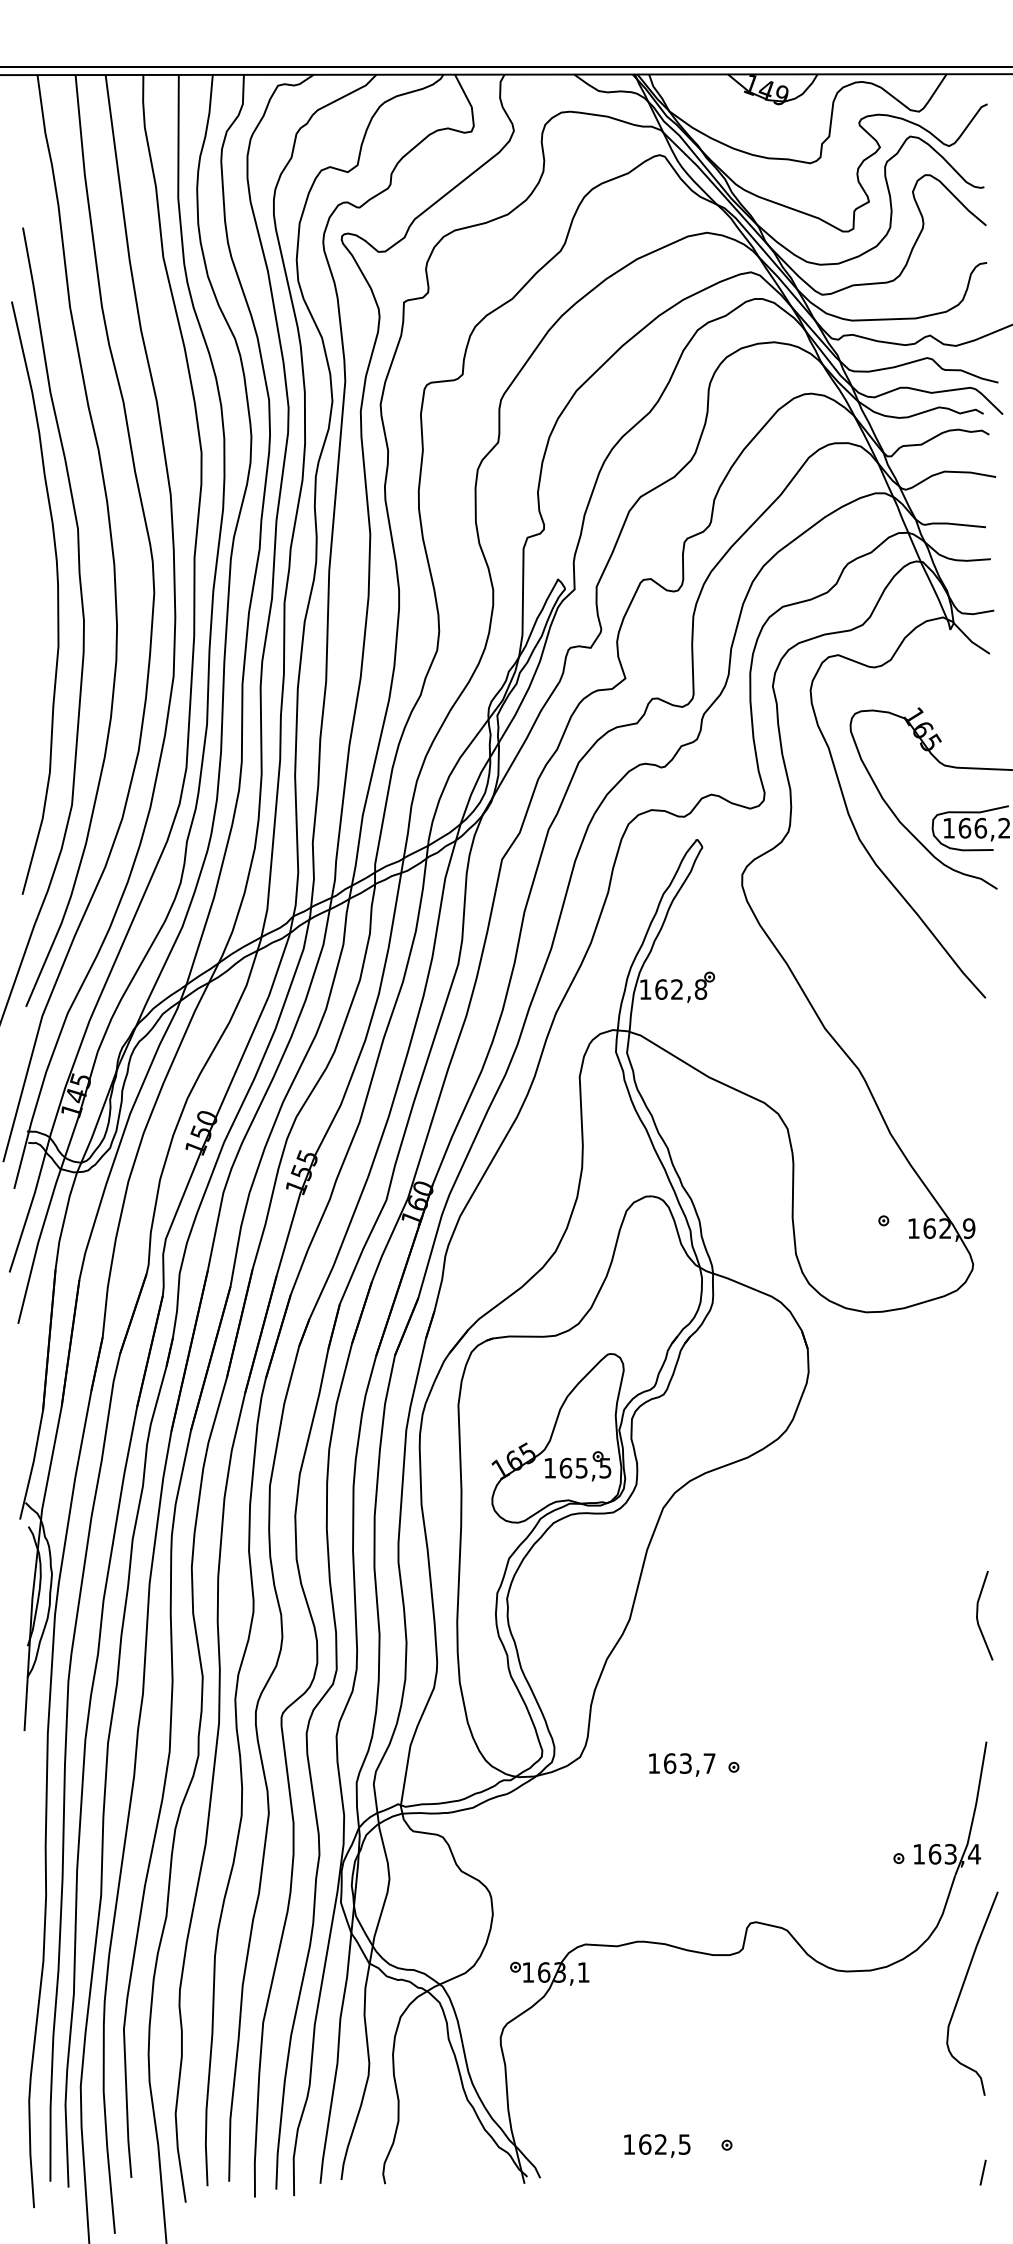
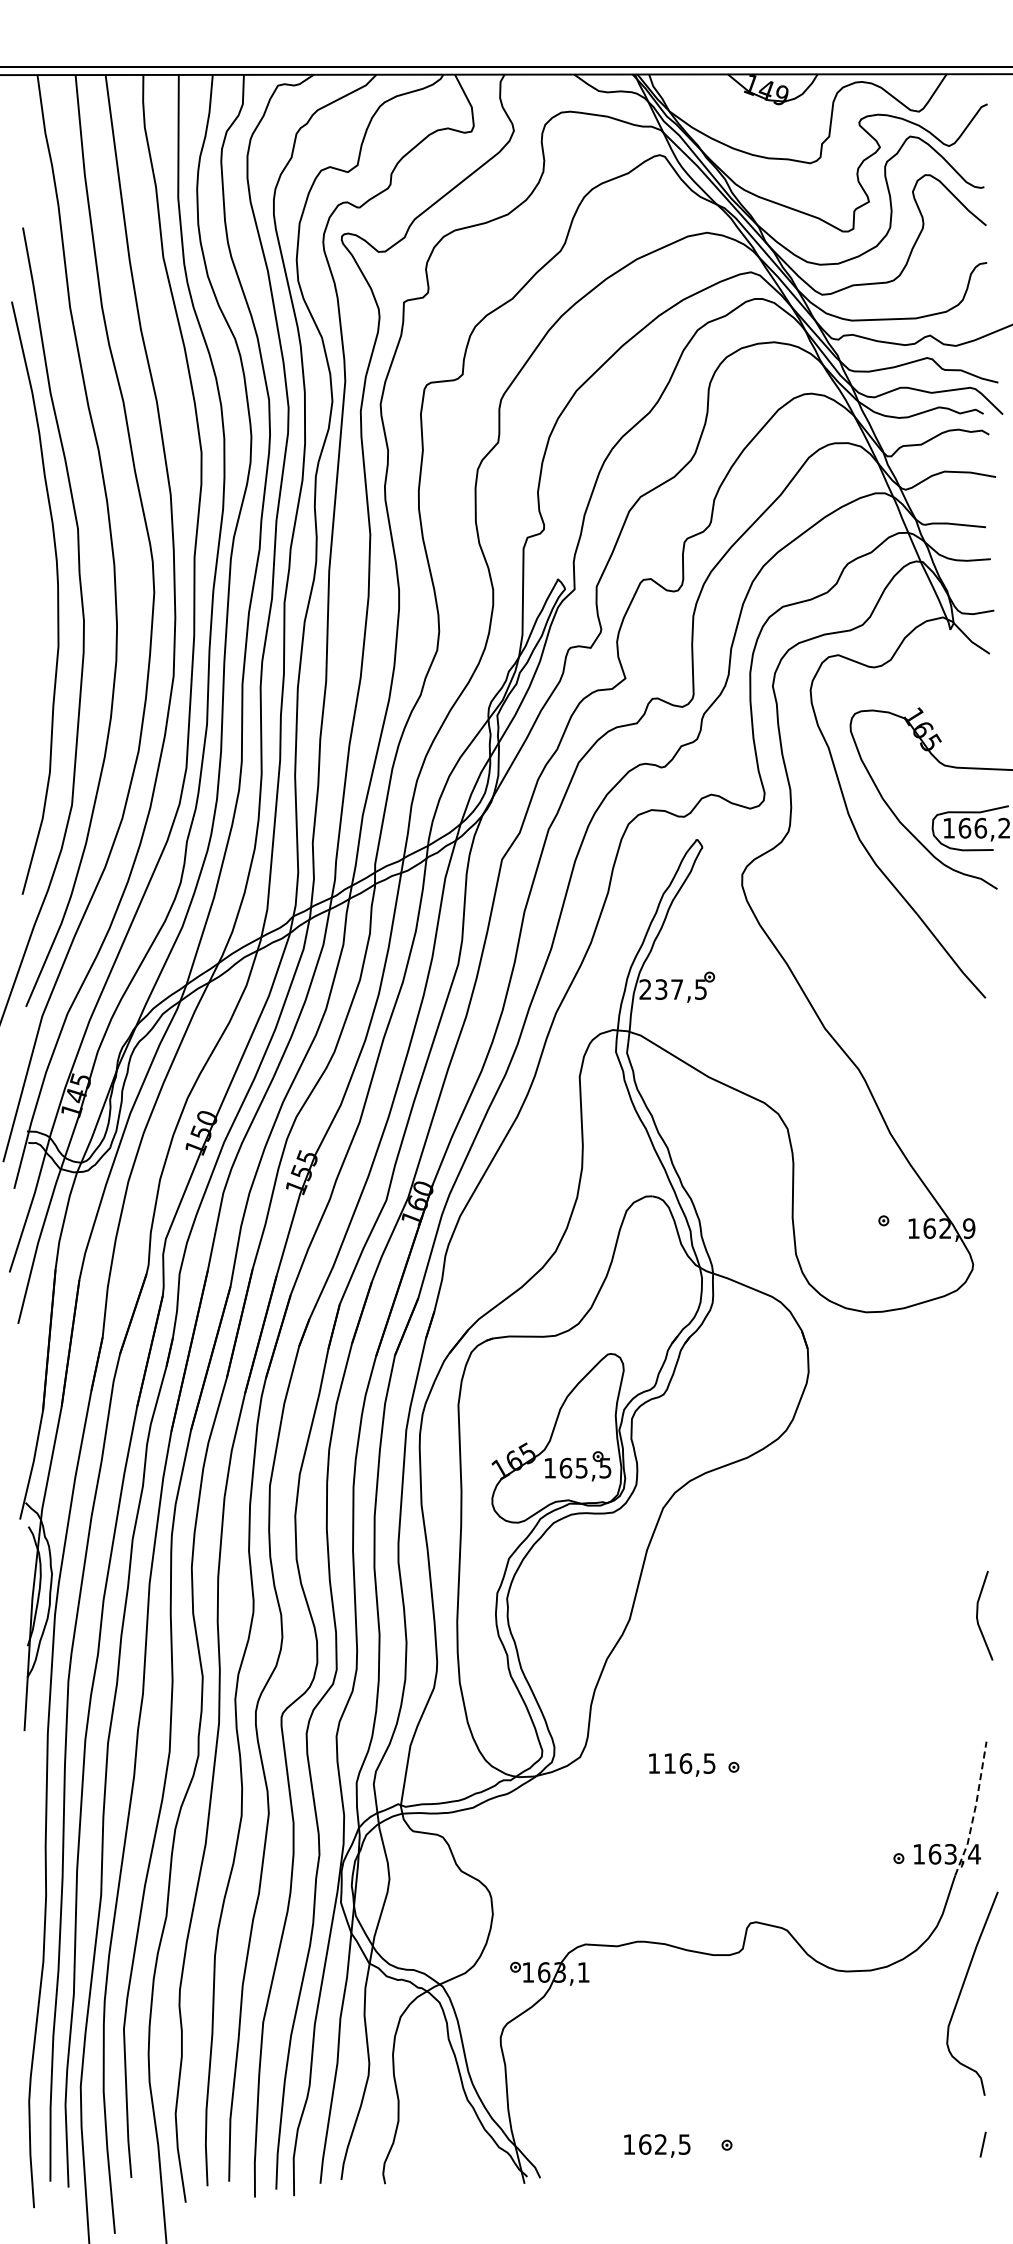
text at (673, 989): 162,8 -> 237,5
text at (689, 1763): 163,7 -> 116,5
line at (975, 1809): solid -> dashed
line at (982, 2172) position: (982, 2172) -> (982, 2144)
